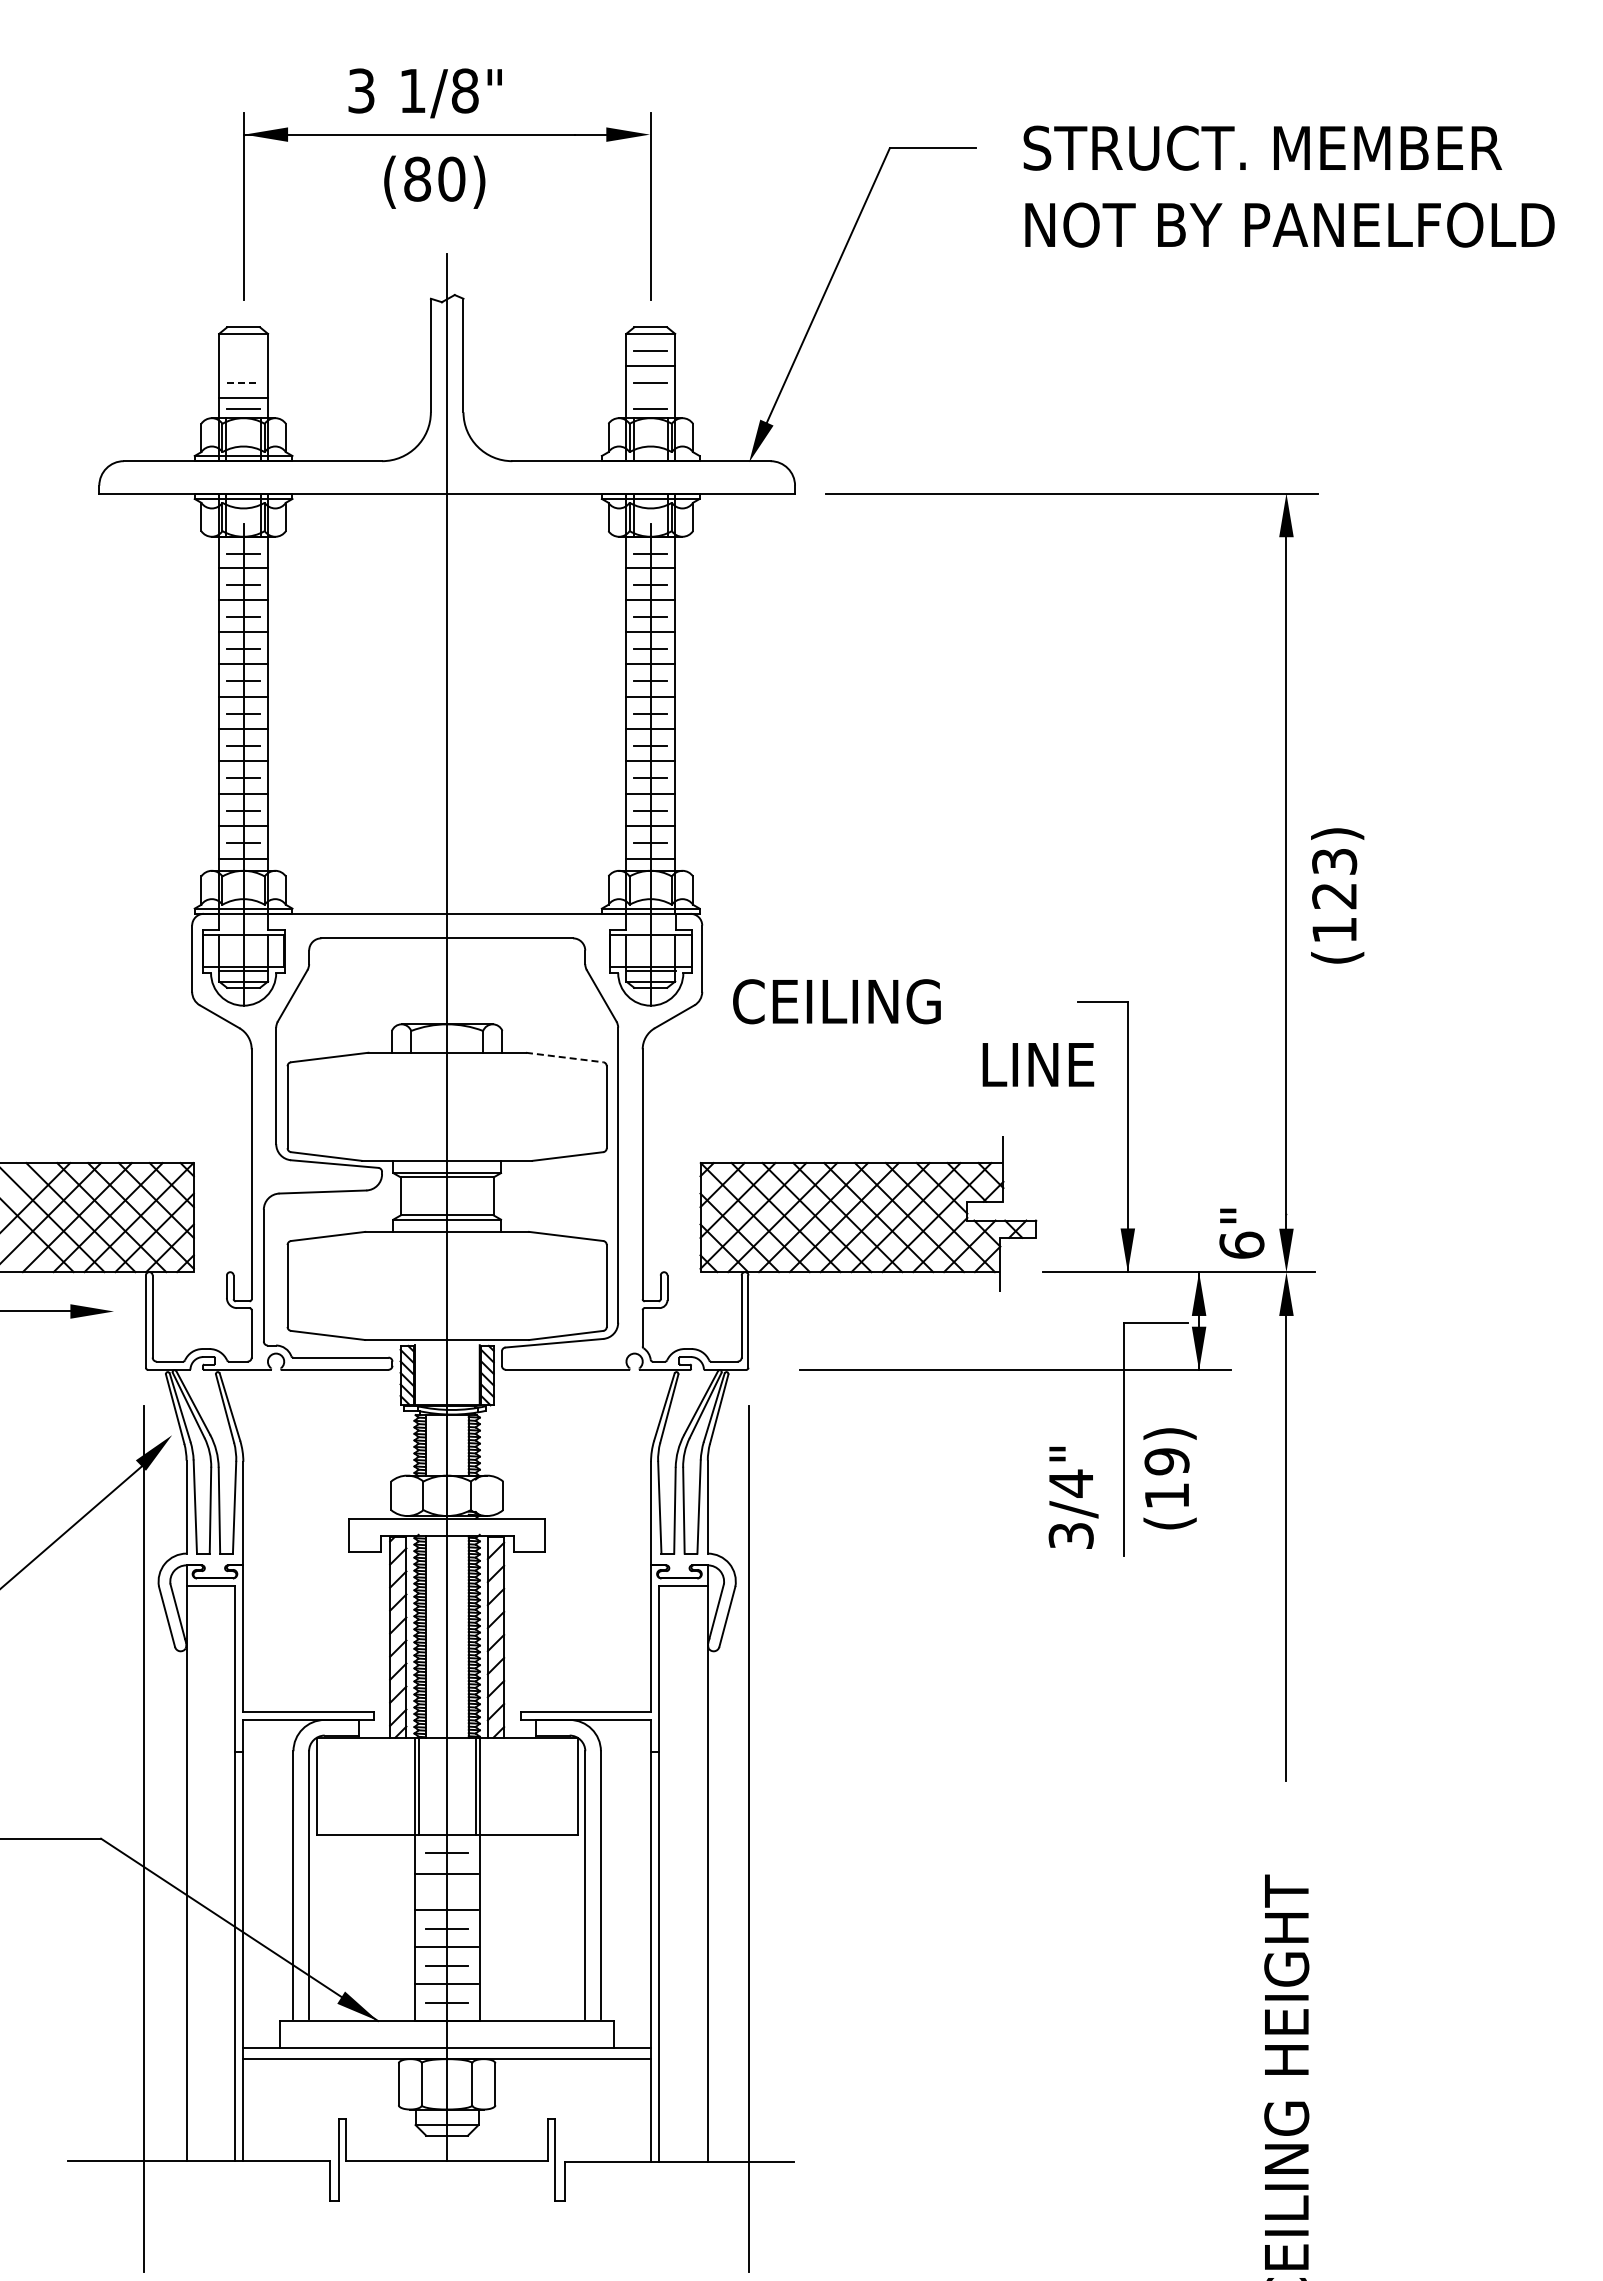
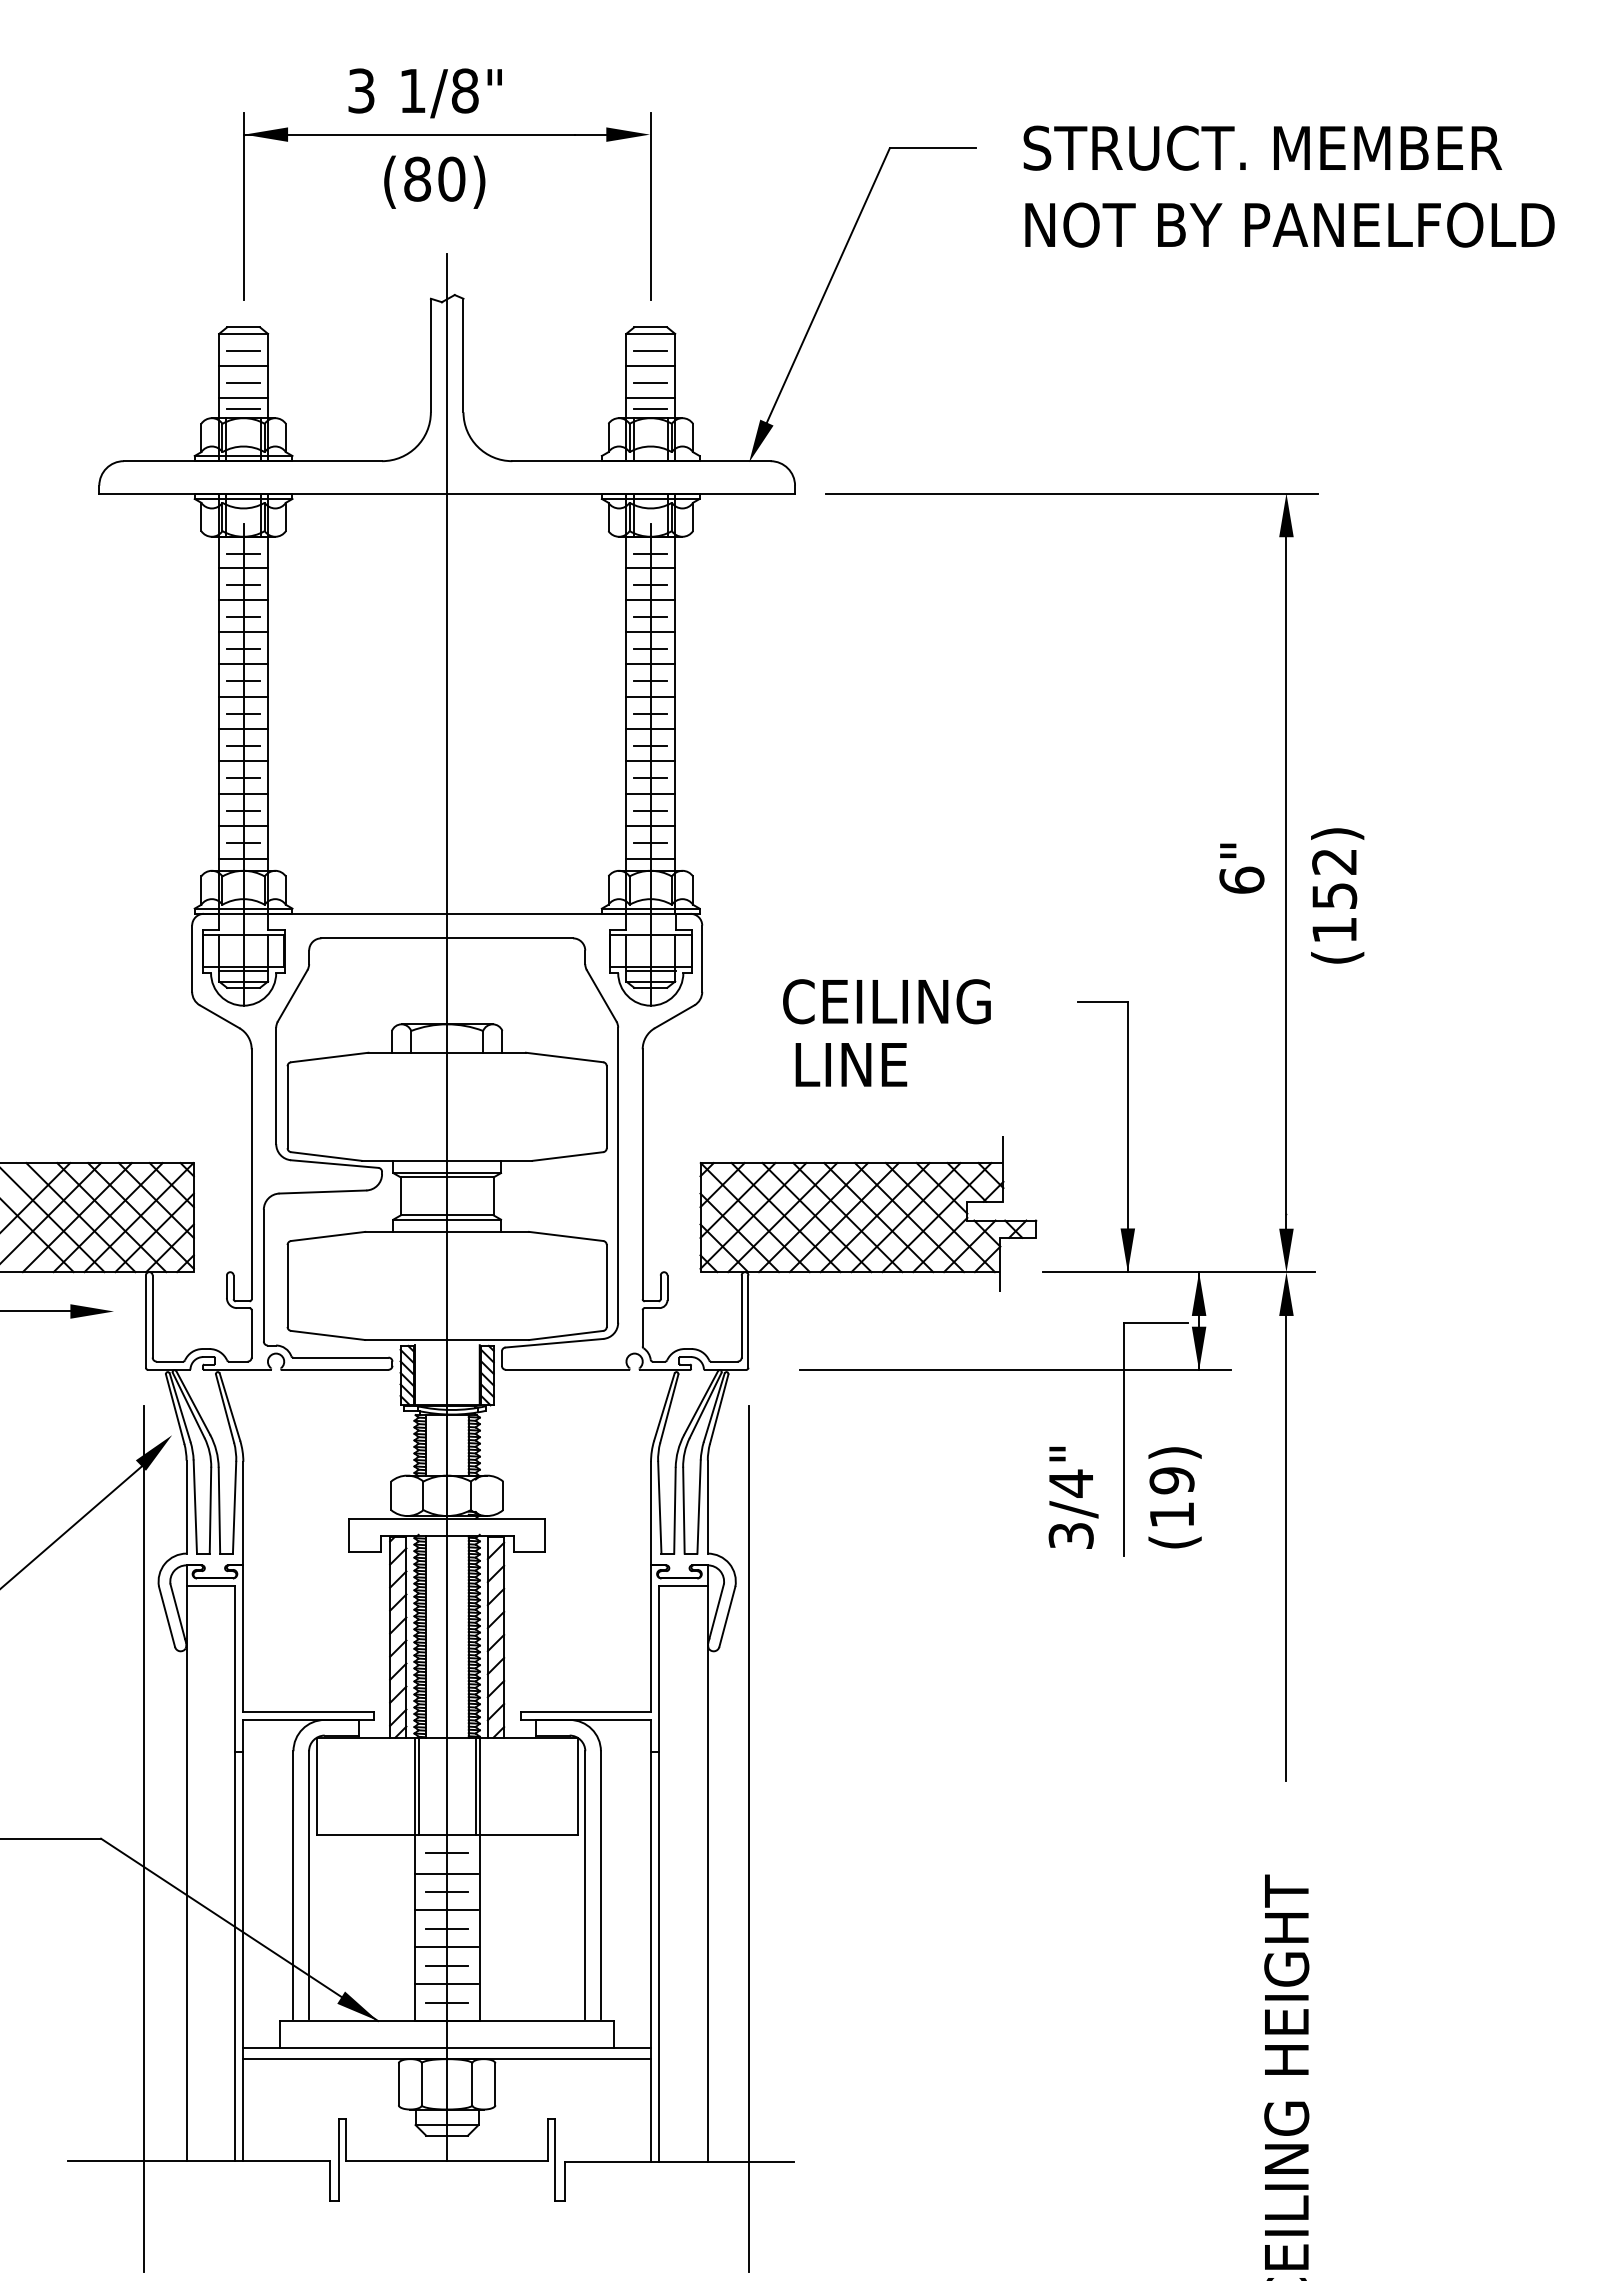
line at (243, 350): none -> present
line at (243, 365): none -> present
line at (244, 383): dashed -> solid
line at (650, 398): none -> present
text at (1334, 879): (123) -> (152)
text at (836, 1001) position: (836, 1001) -> (886, 1001)
line at (564, 1057): dashed -> solid
text at (1038, 1064) position: (1038, 1064) -> (851, 1064)
text at (1241, 1233) position: (1241, 1233) -> (1241, 868)
text at (1169, 1478) position: (1169, 1478) -> (1174, 1497)
line at (446, 1892): none -> present
